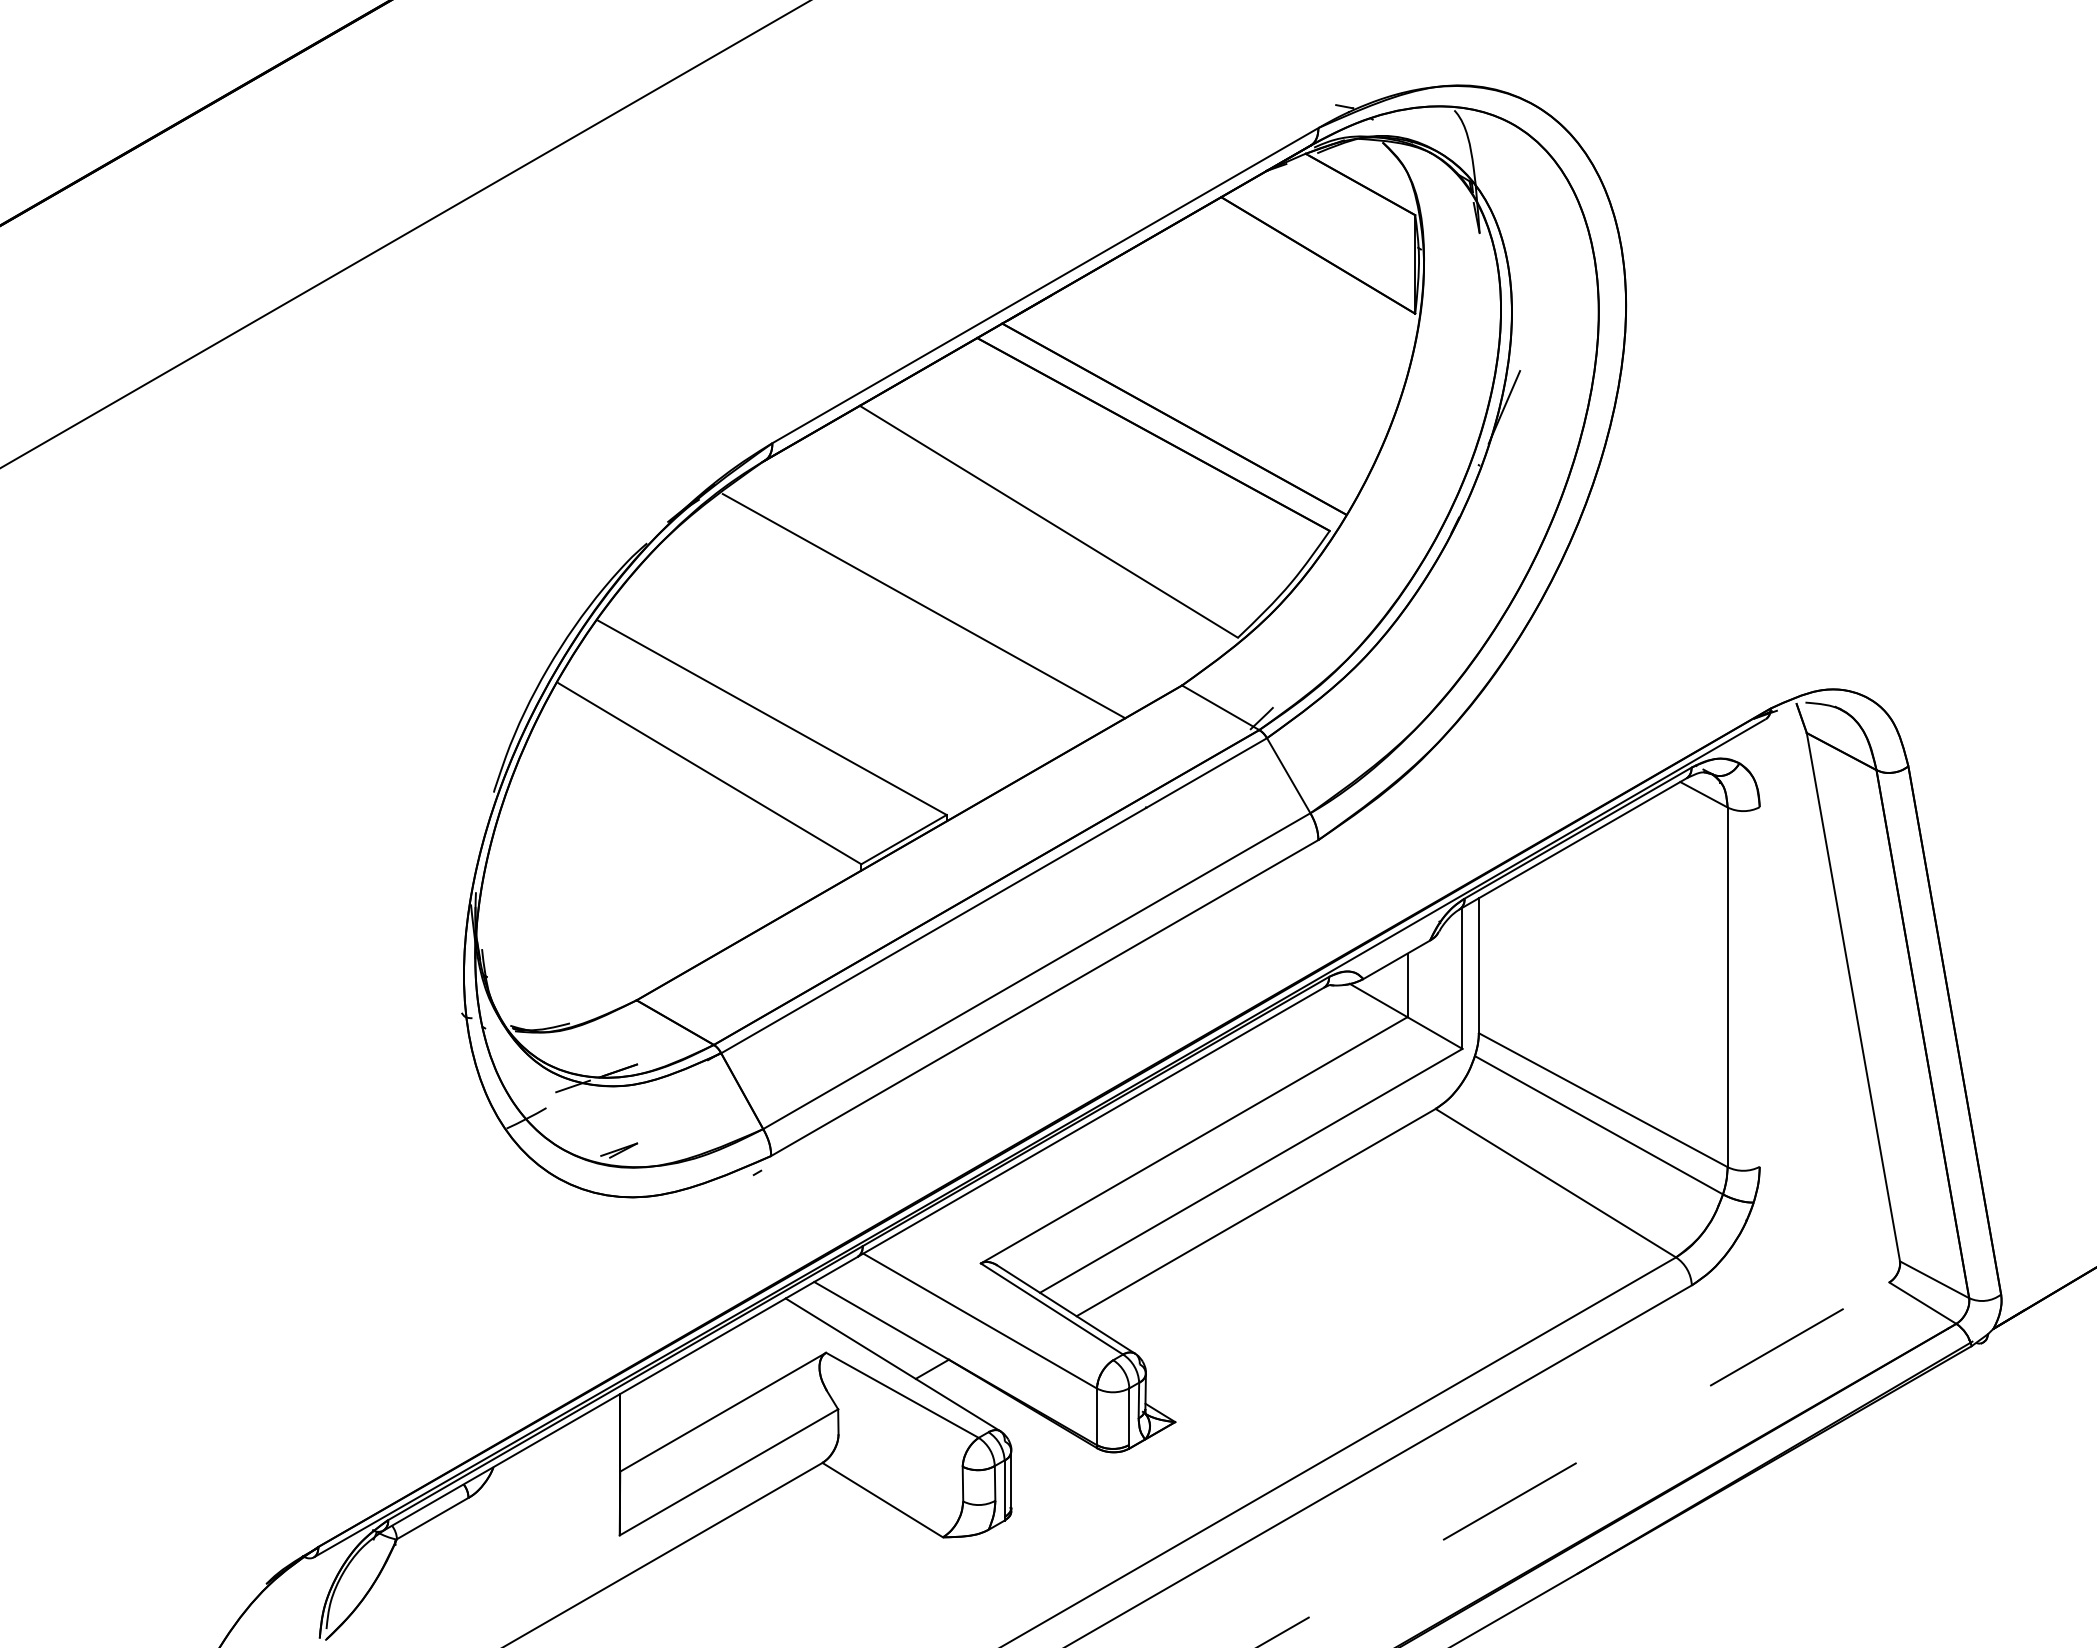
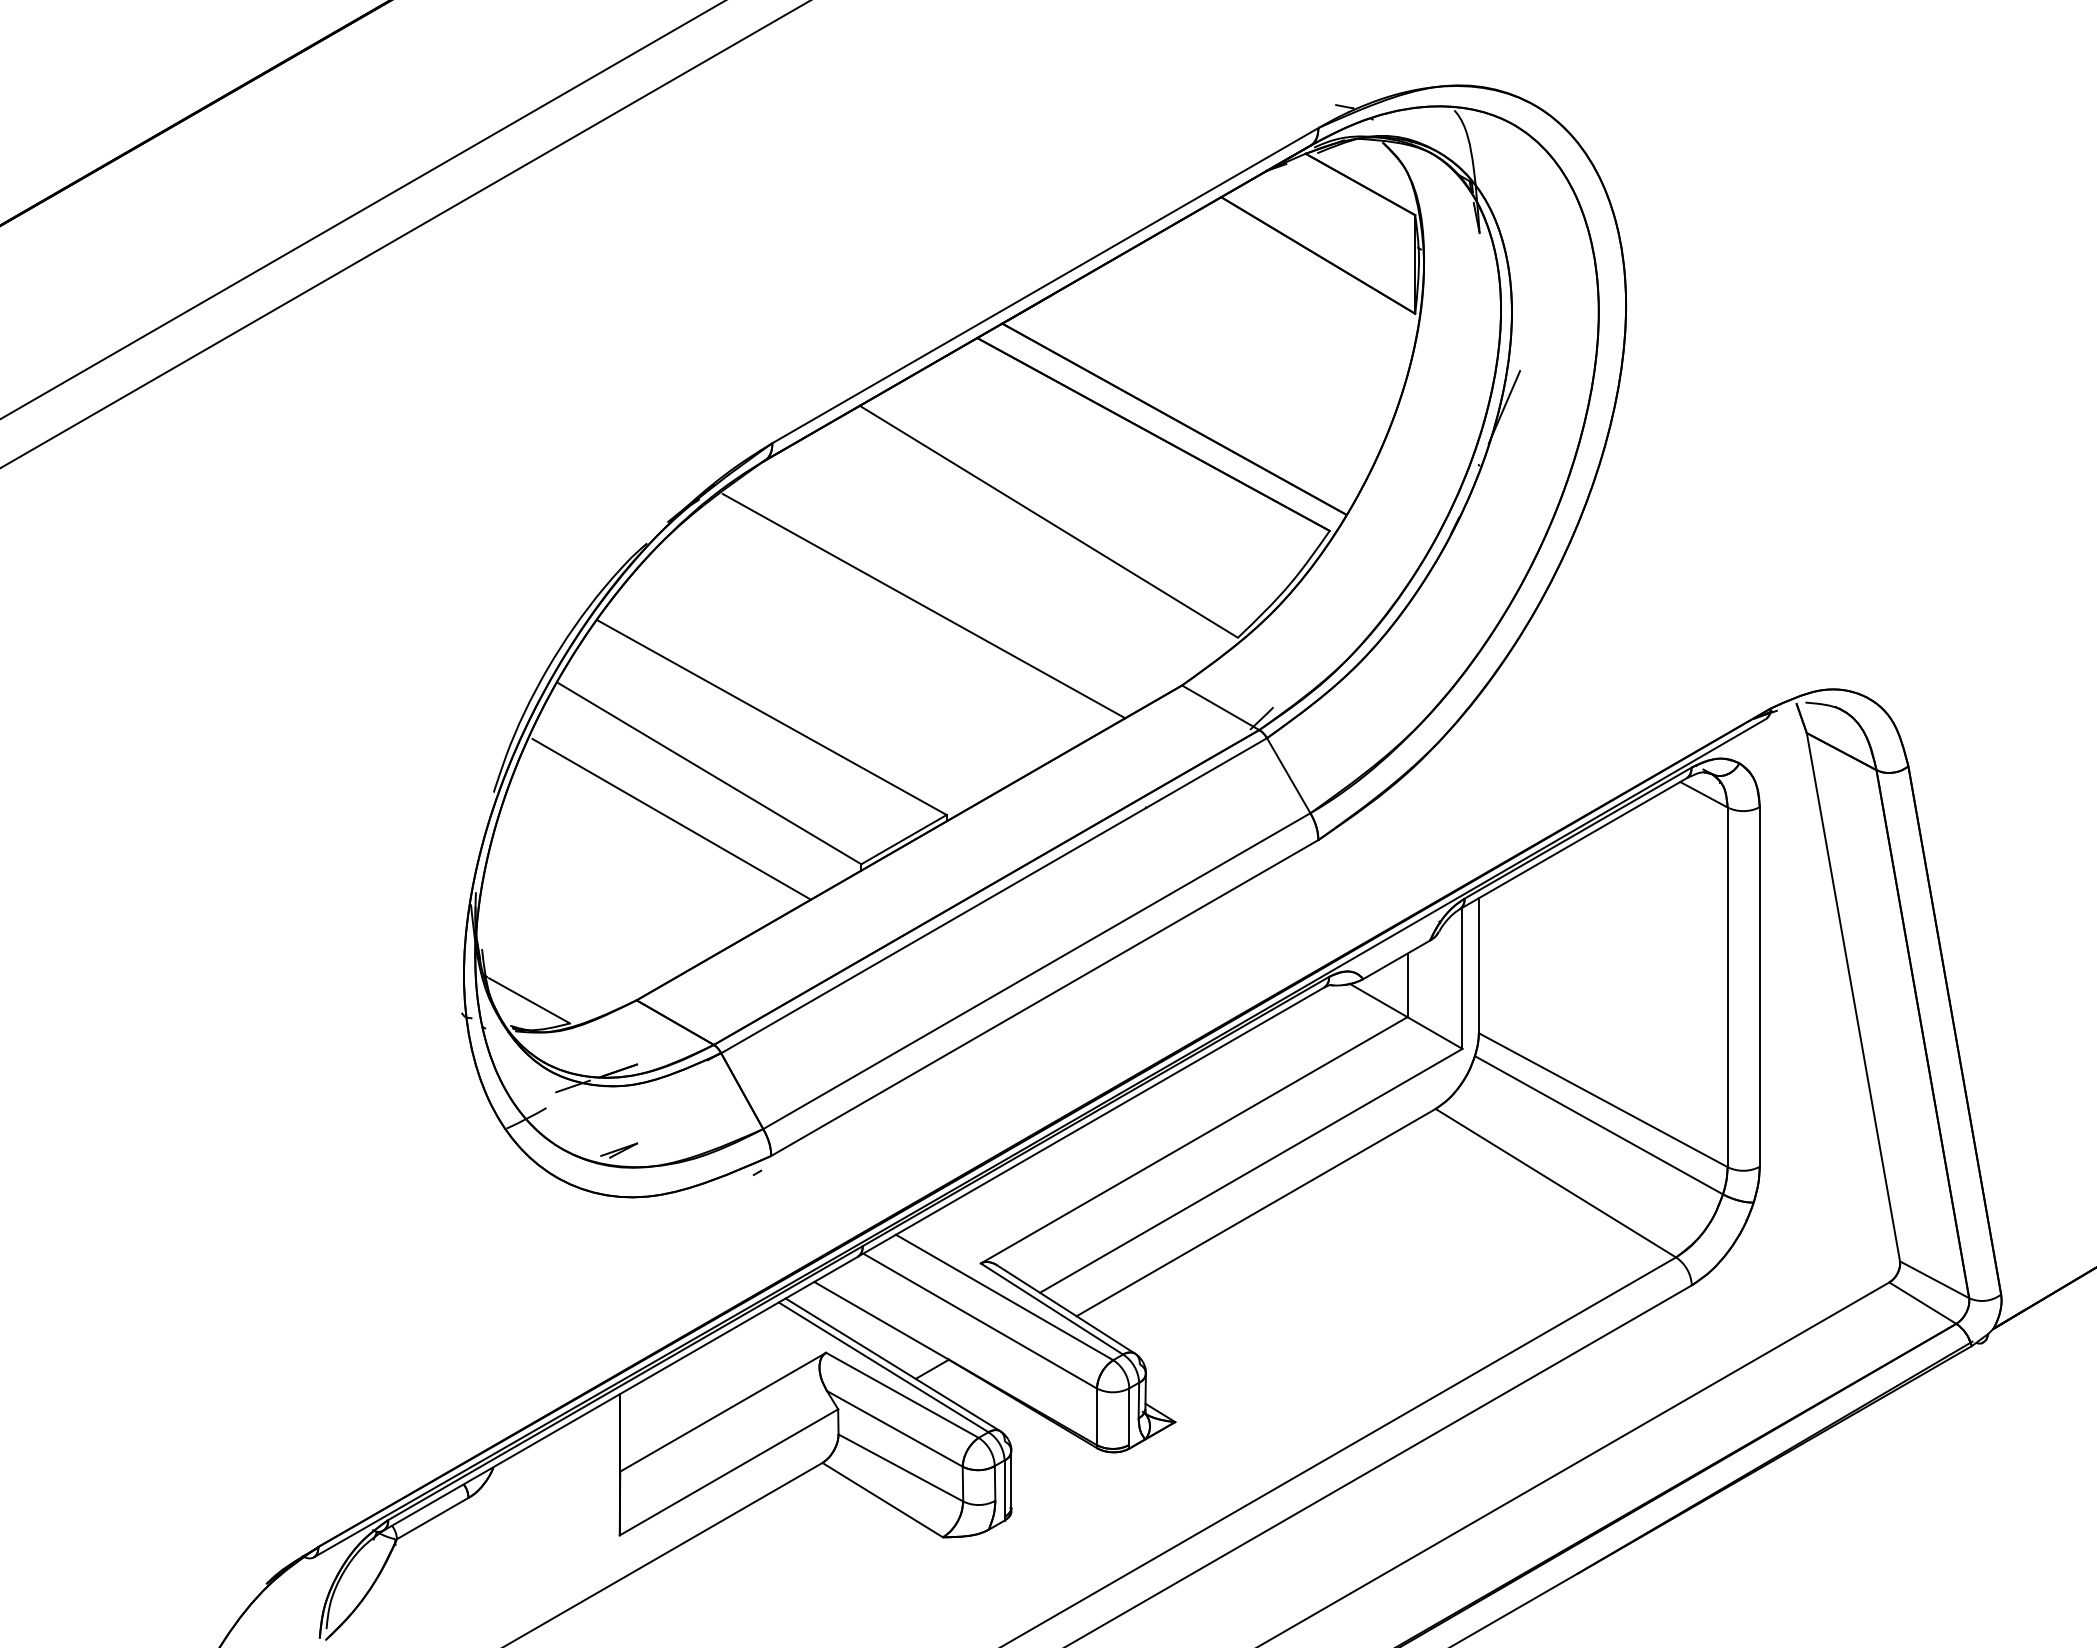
line at (362, 209): none -> present
line at (671, 818): none -> present
line at (1759, 986): none -> present
line at (529, 1000): none -> present
line at (1004, 1297): none -> present
line at (883, 1367): none -> present
line at (894, 1428): none -> present
line at (1573, 1464): dashed -> solid
line at (900, 1467): none -> present
